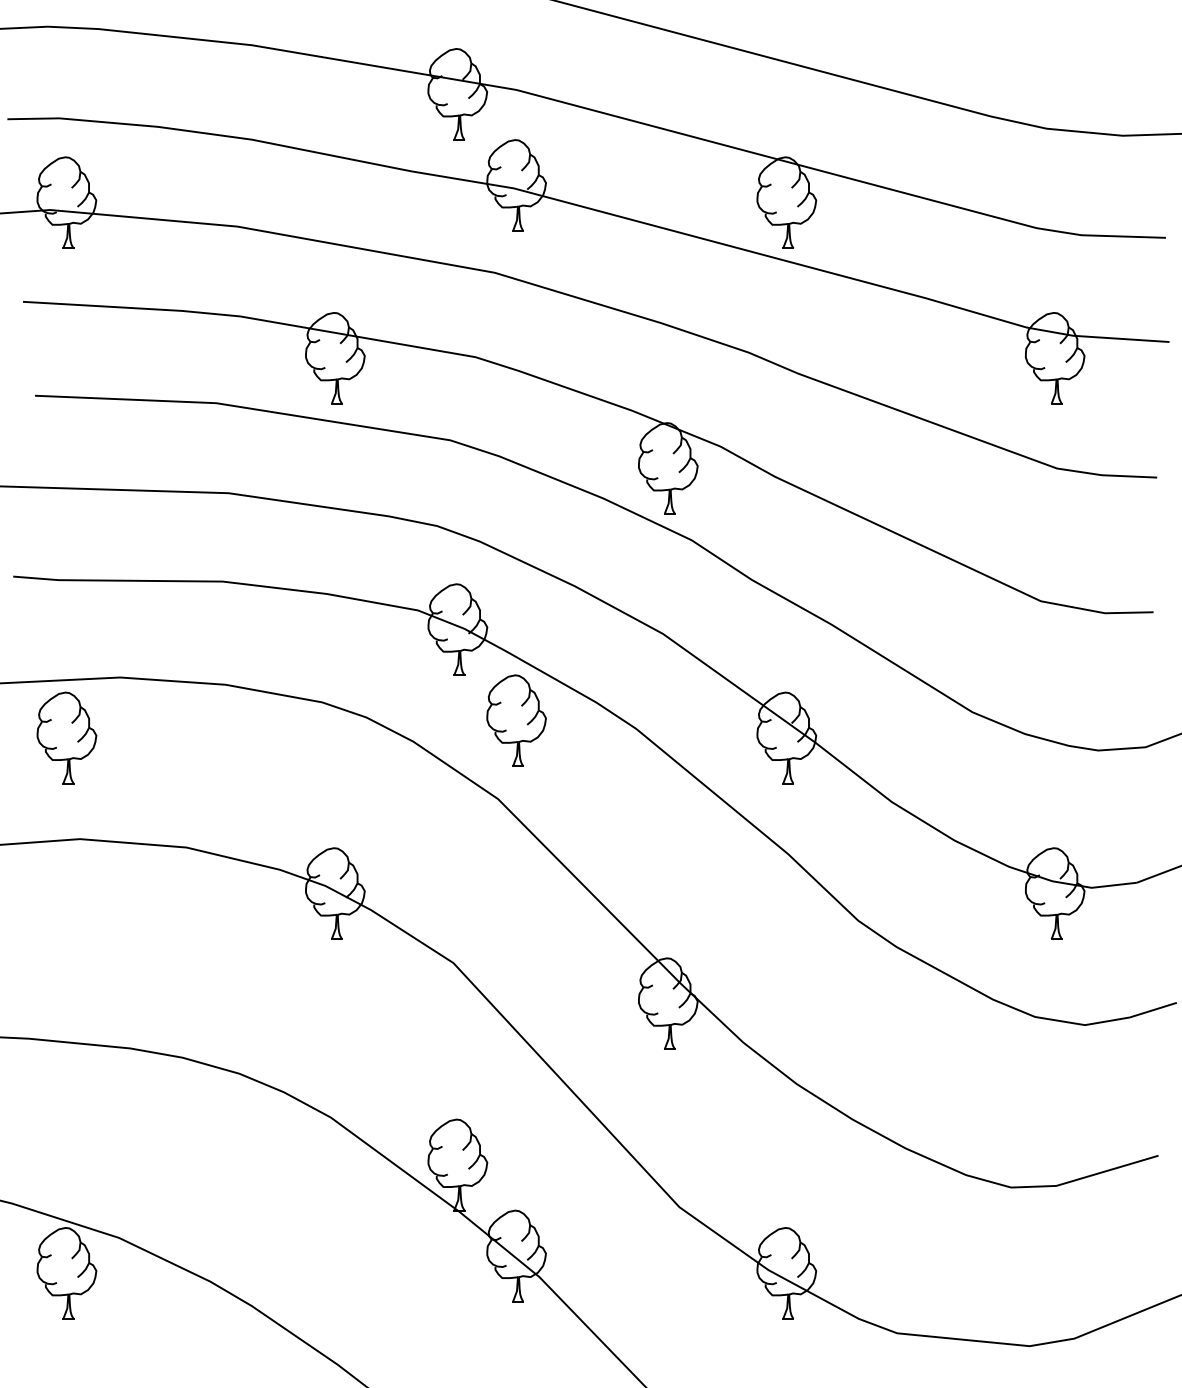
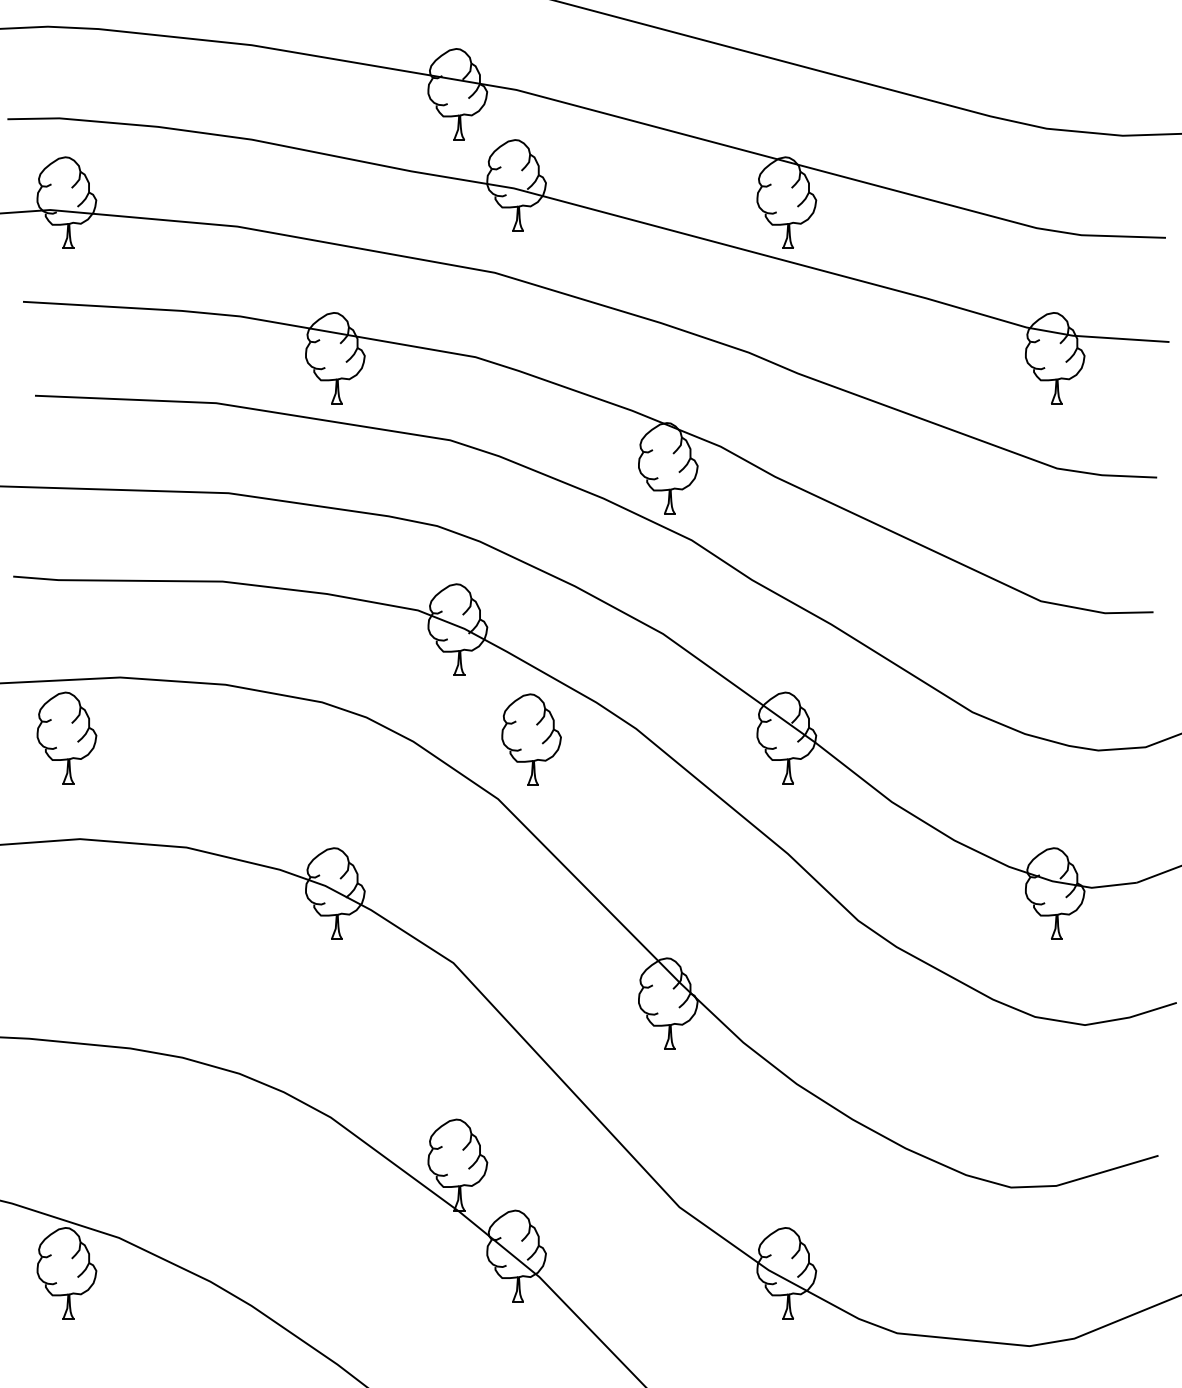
part at (516, 720) position: (516, 720) -> (531, 739)
